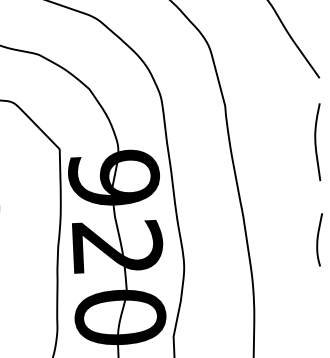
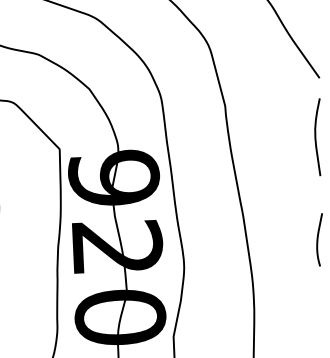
curve at (316, 142) position: (316, 142) -> (316, 137)
